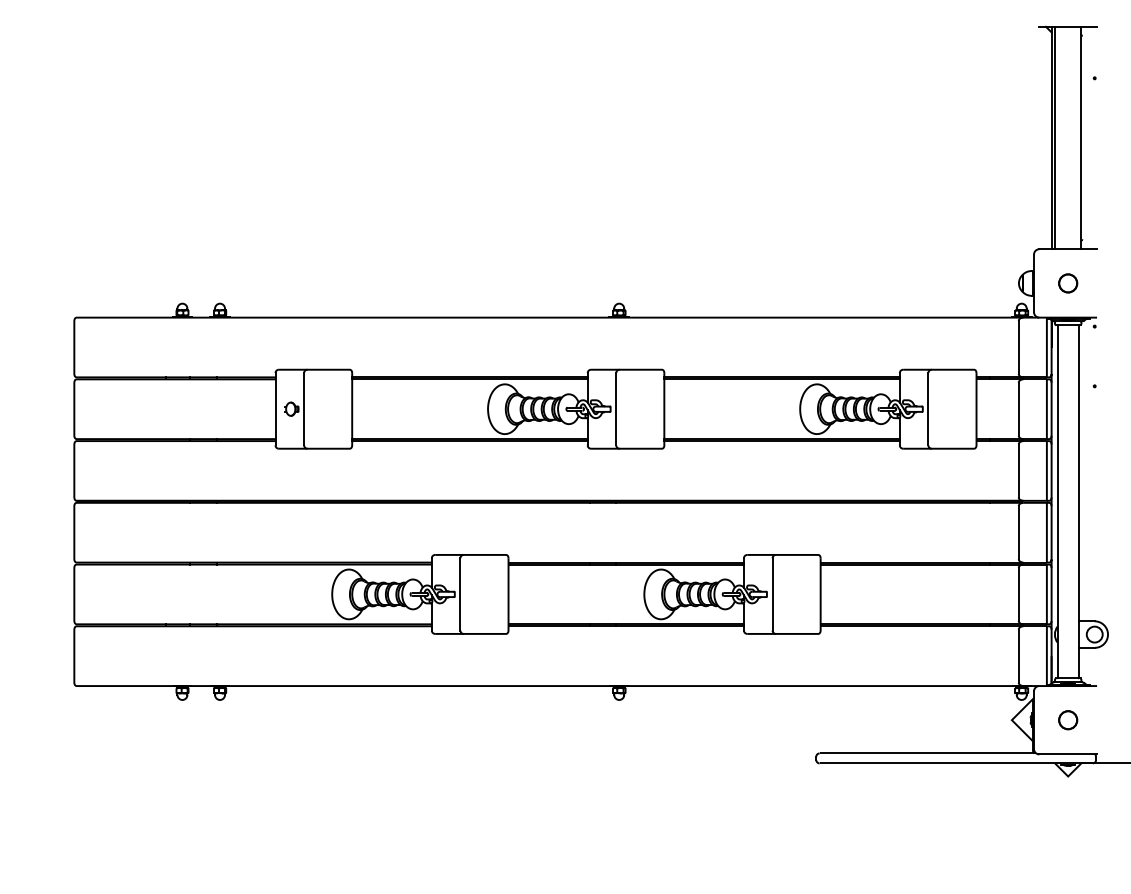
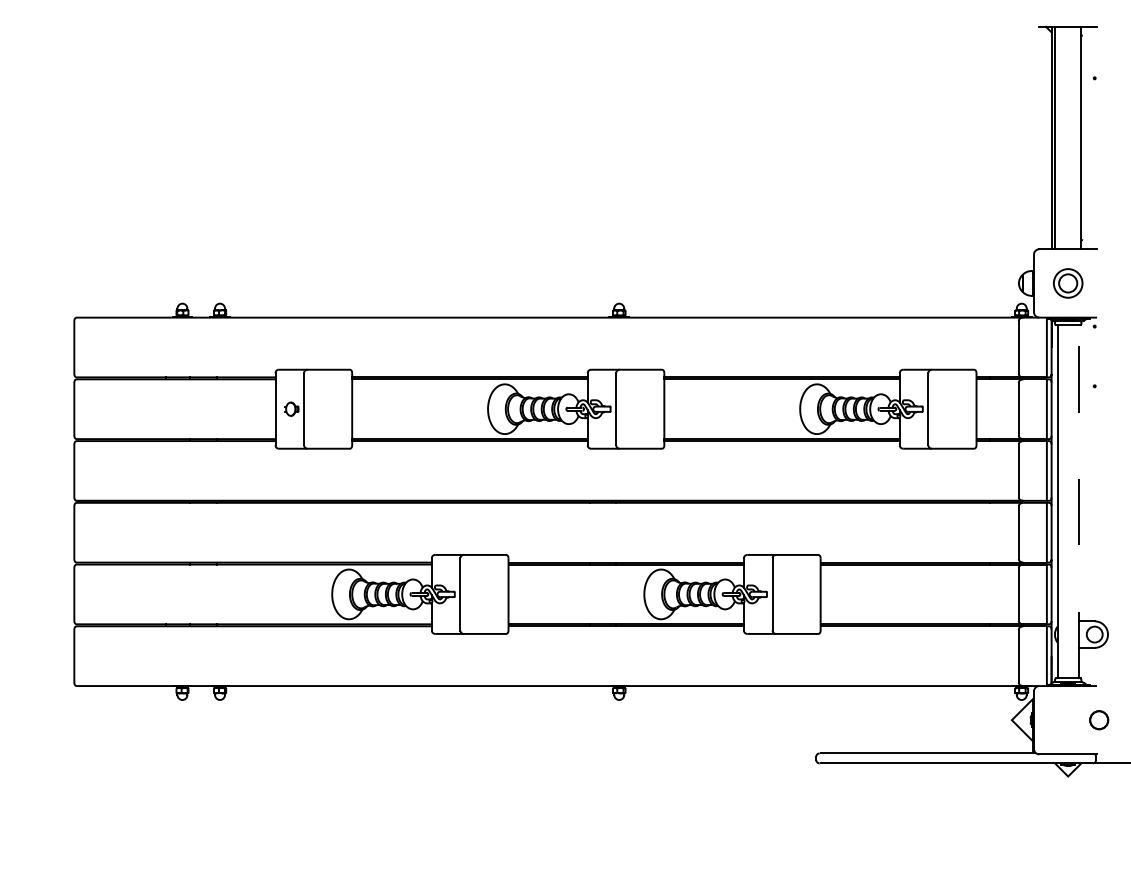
circle at (1068, 283) diameter: 18 px -> 29 px
line at (1078, 501): solid -> dashed
circle at (1068, 720) position: (1068, 720) -> (1099, 720)
